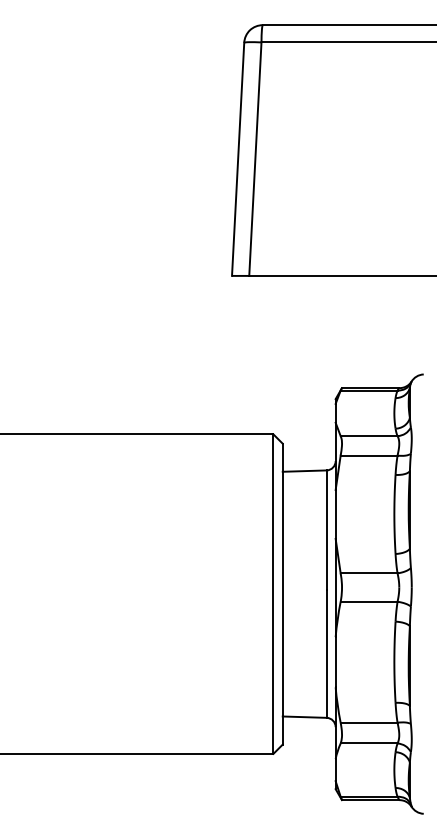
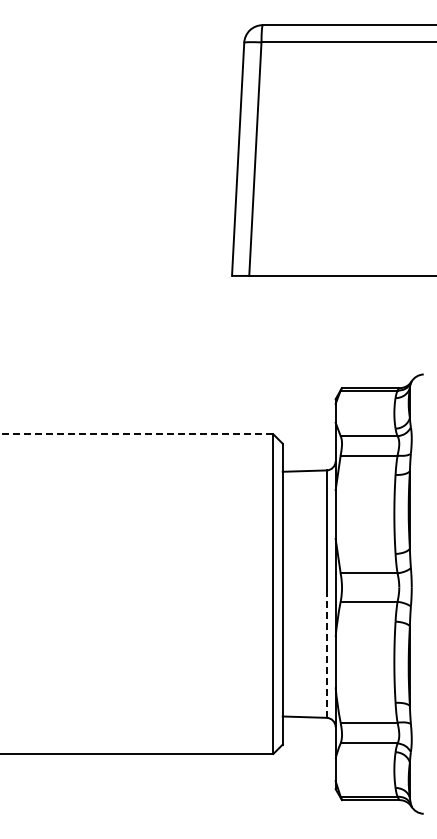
line at (136, 434): solid -> dashed
line at (326, 654): solid -> dashed
